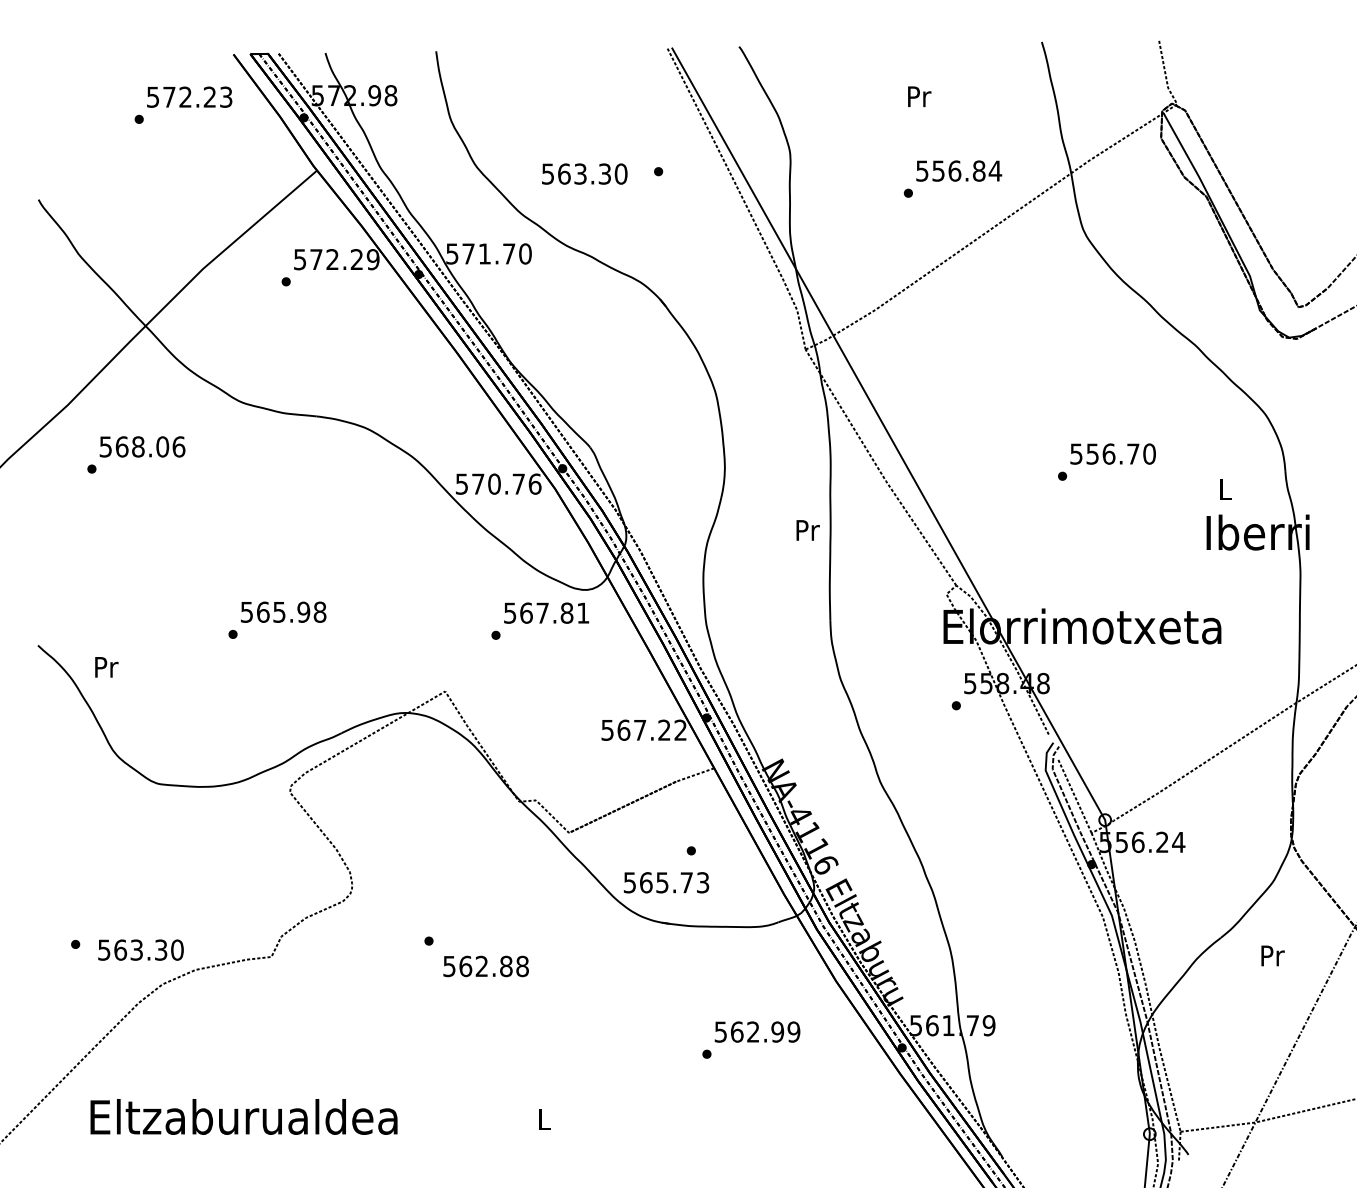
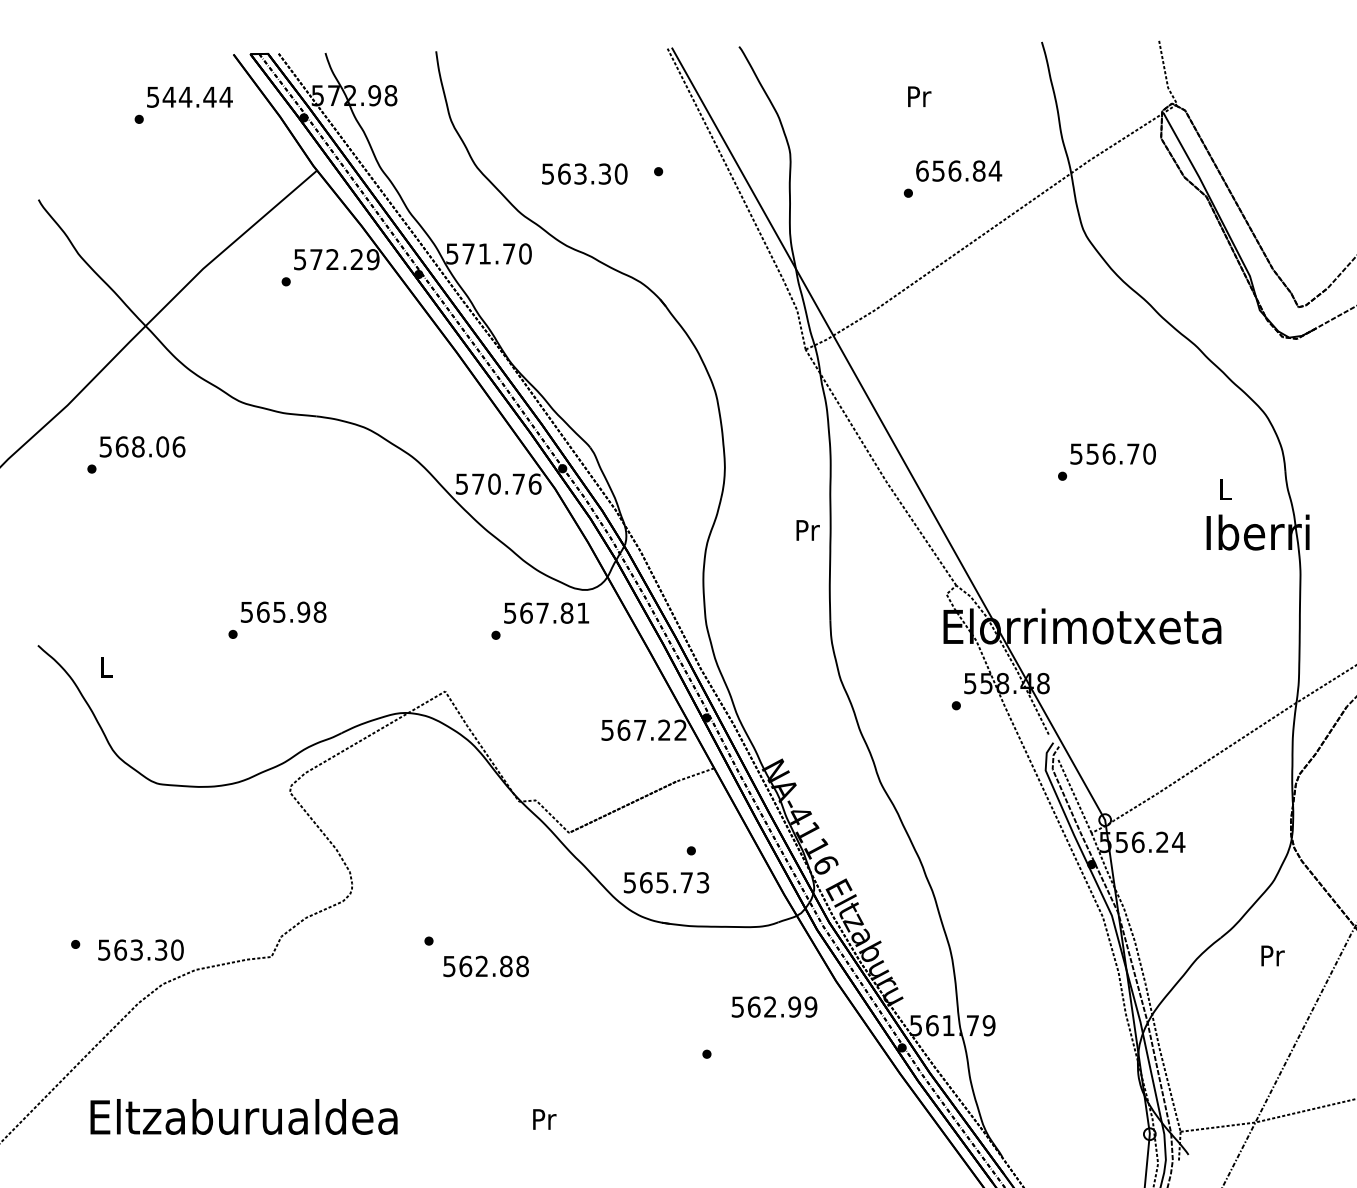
text at (197, 96): 572.23 -> 544.44
text at (922, 170): 556.84 -> 656.84
text at (106, 667): Pr -> L
text at (757, 1031) position: (757, 1031) -> (774, 1006)
text at (544, 1119): L -> Pr
